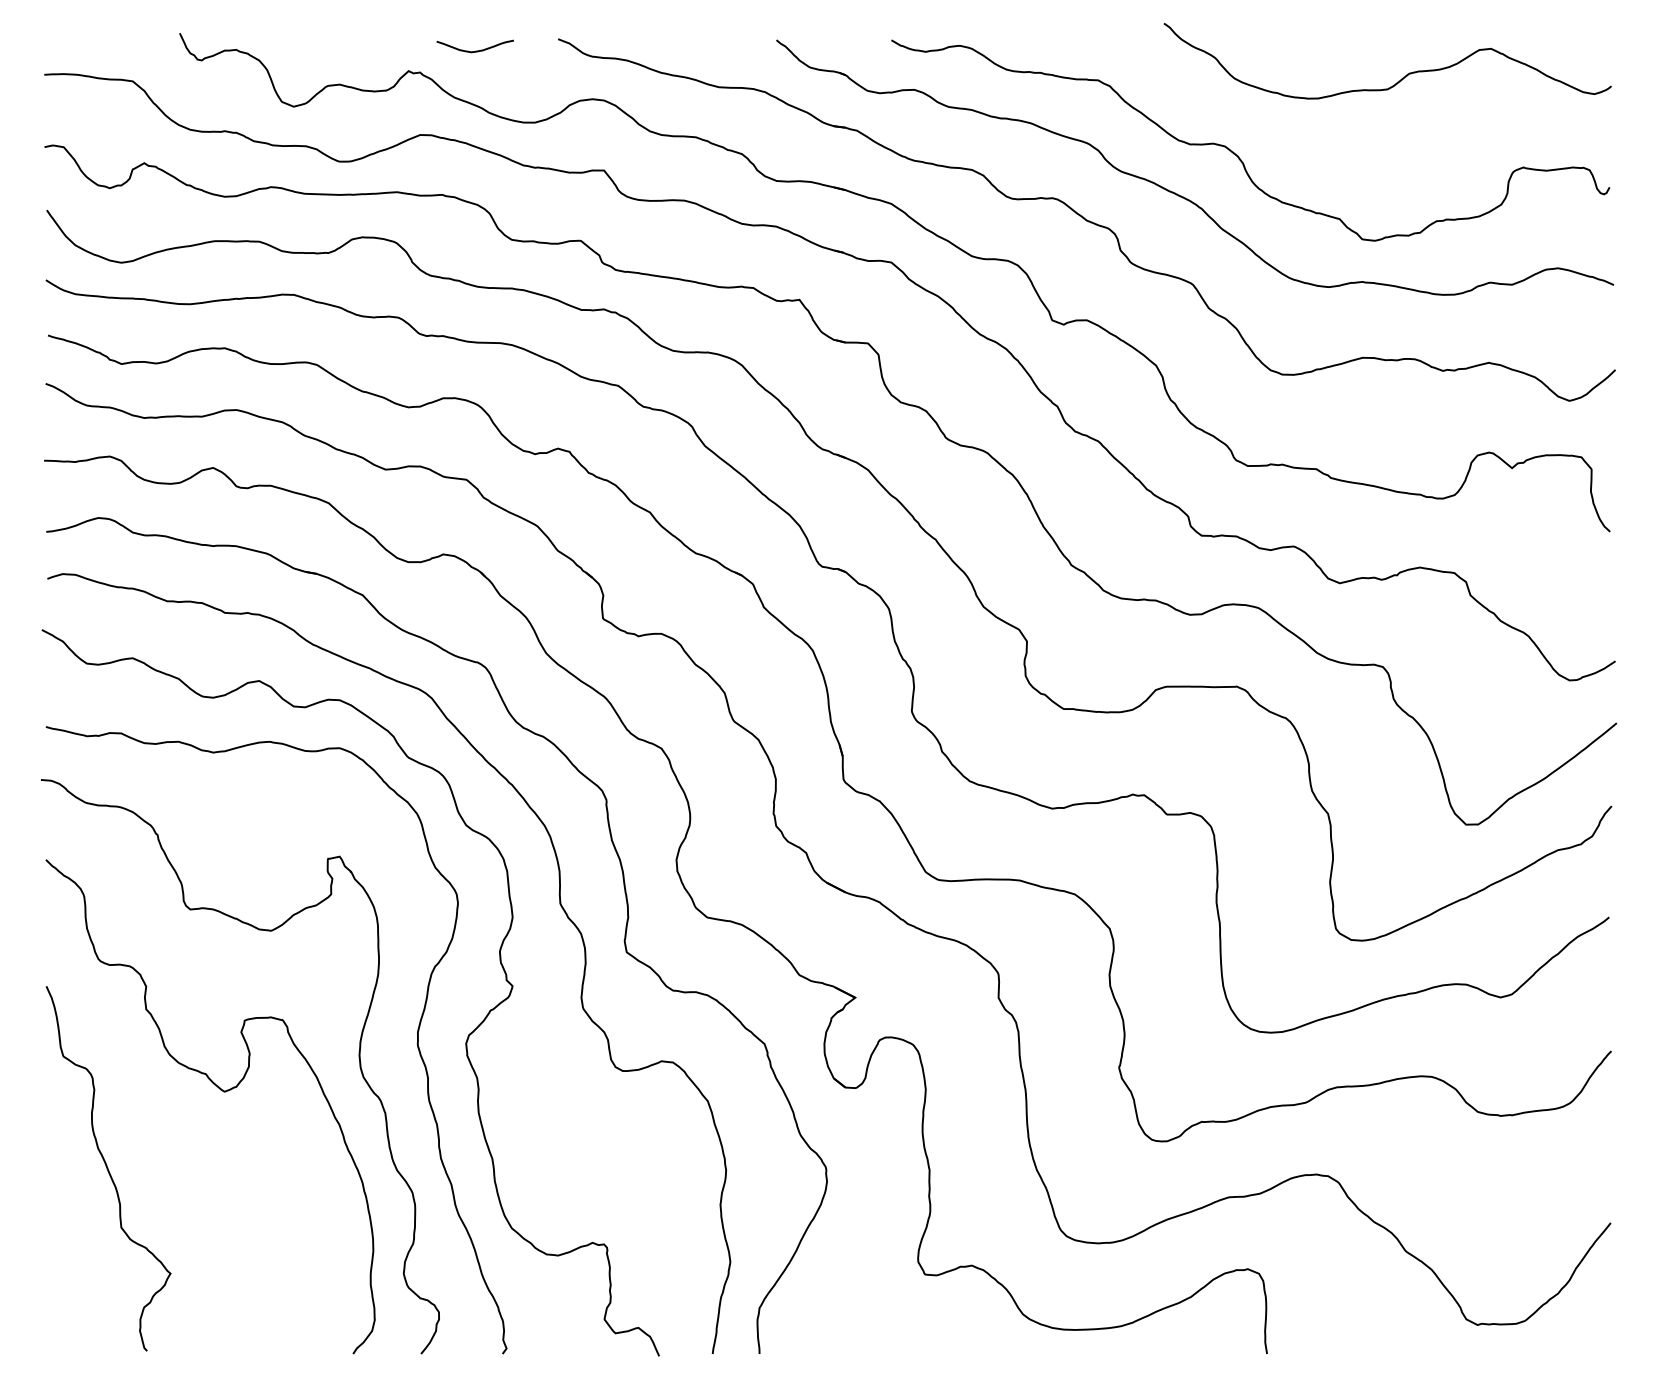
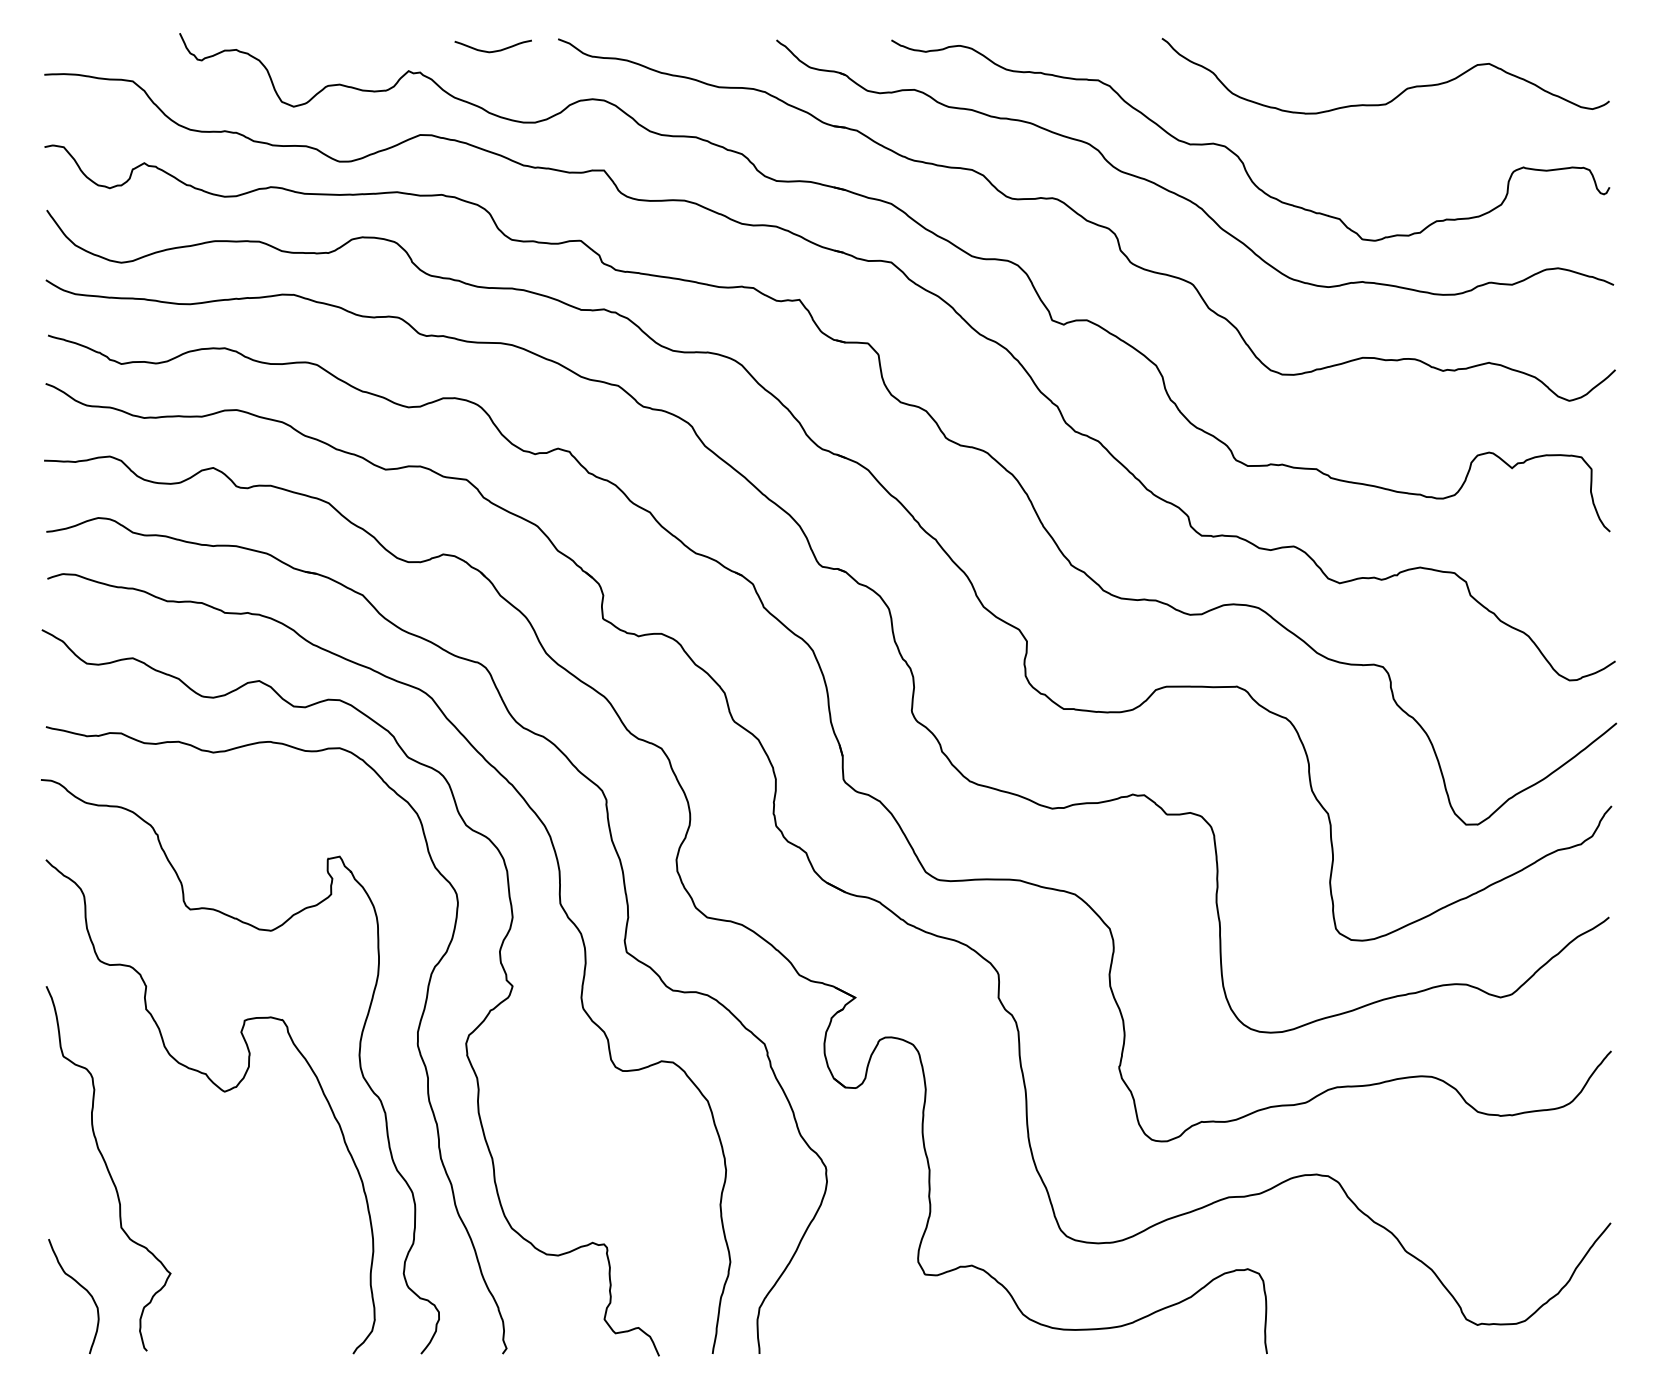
curve at (475, 50) position: (475, 50) -> (493, 50)
curve at (1402, 77) position: (1402, 77) -> (1400, 92)
curve at (81, 1287): none -> present
